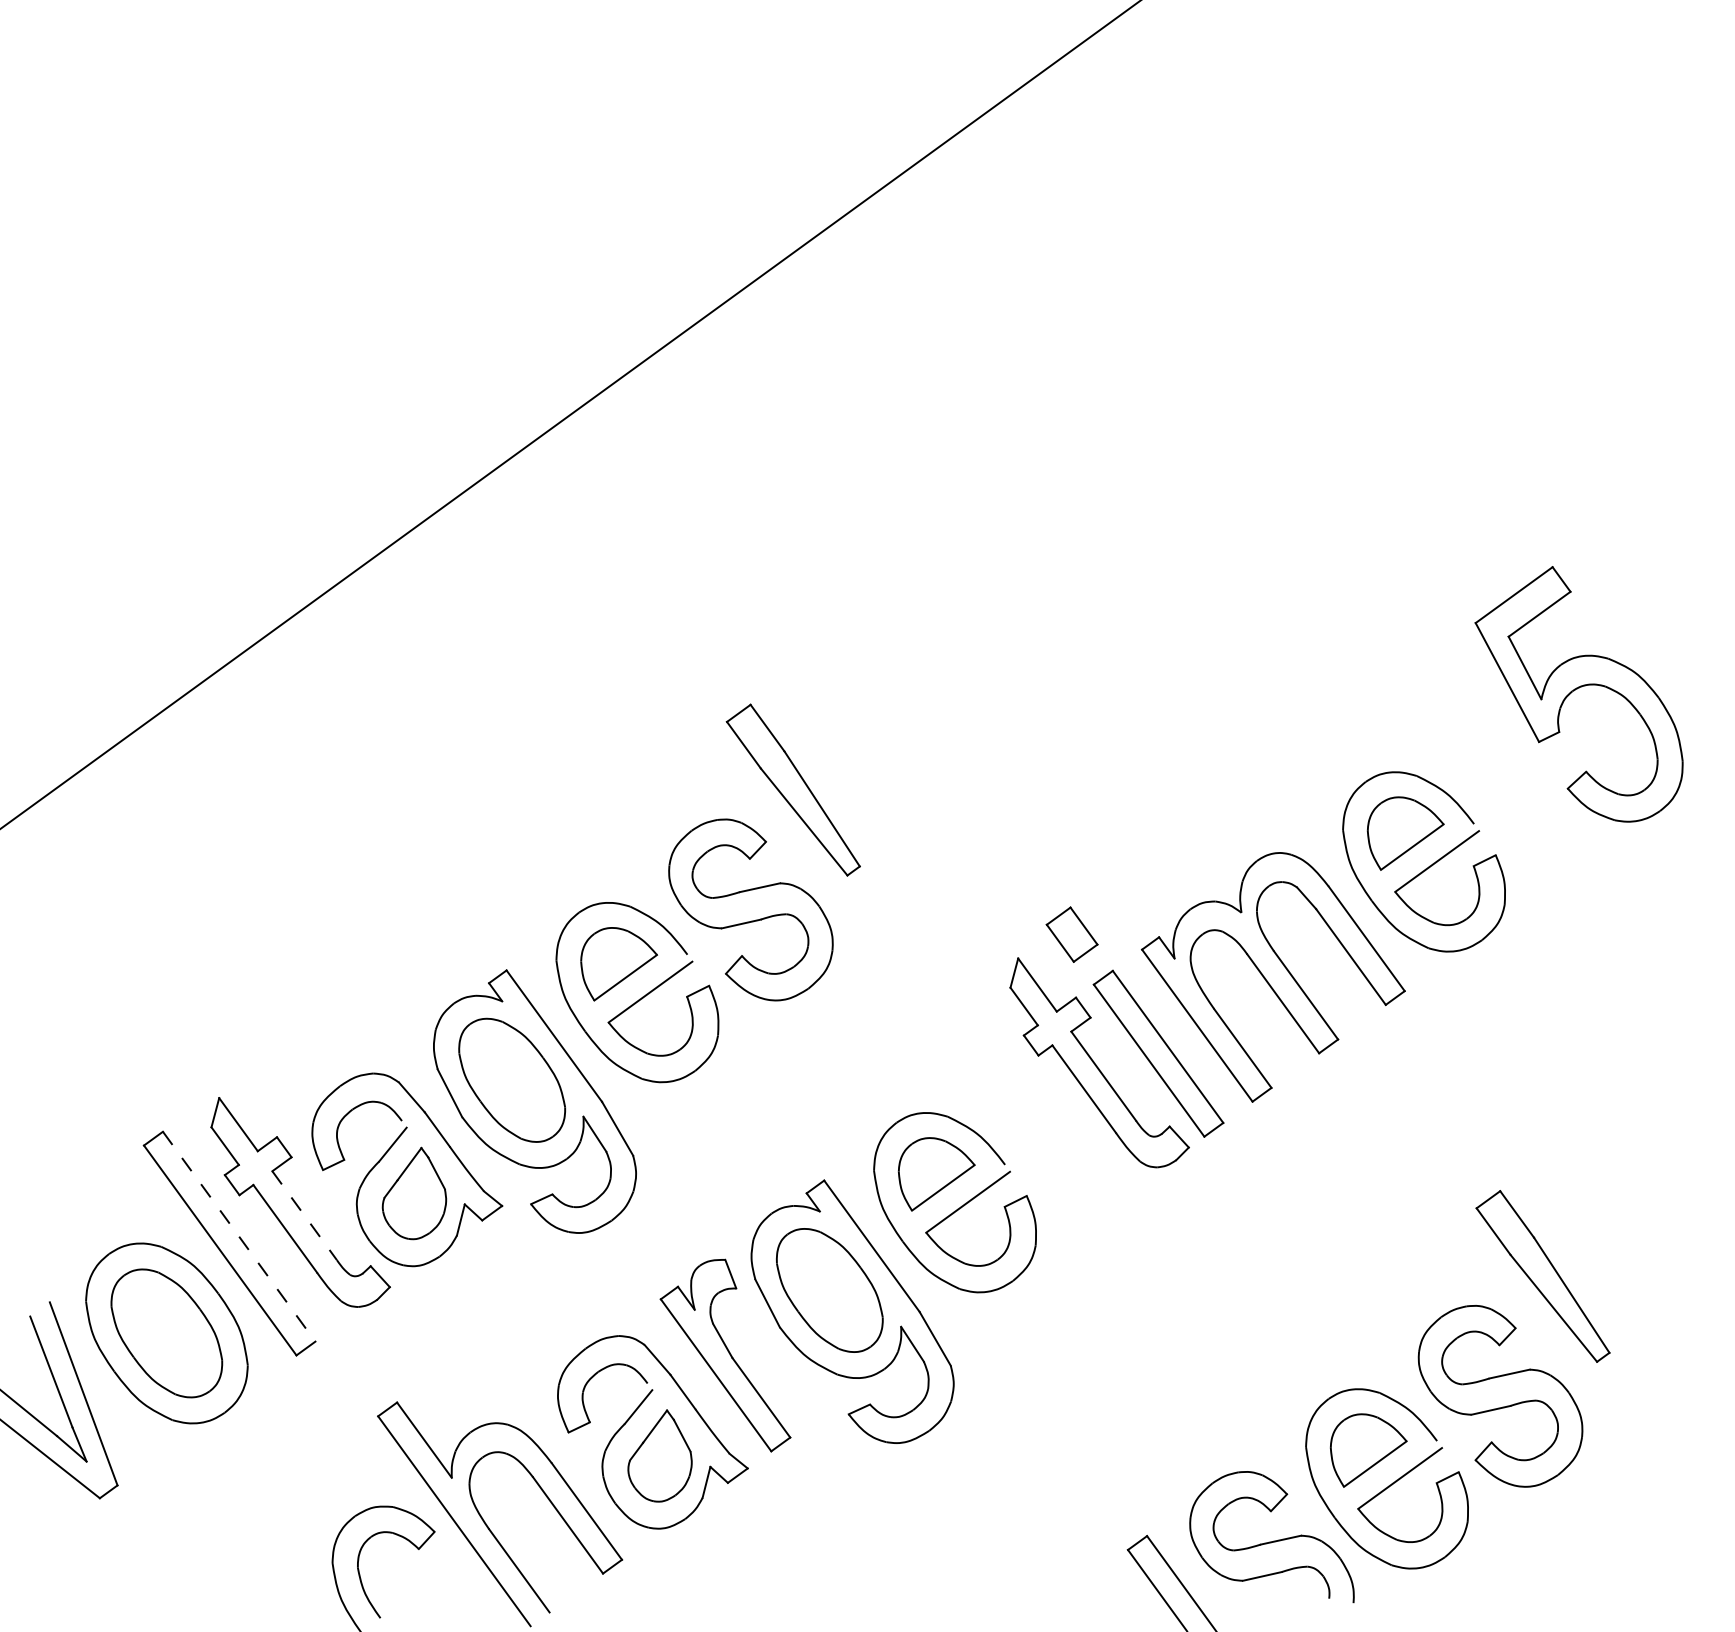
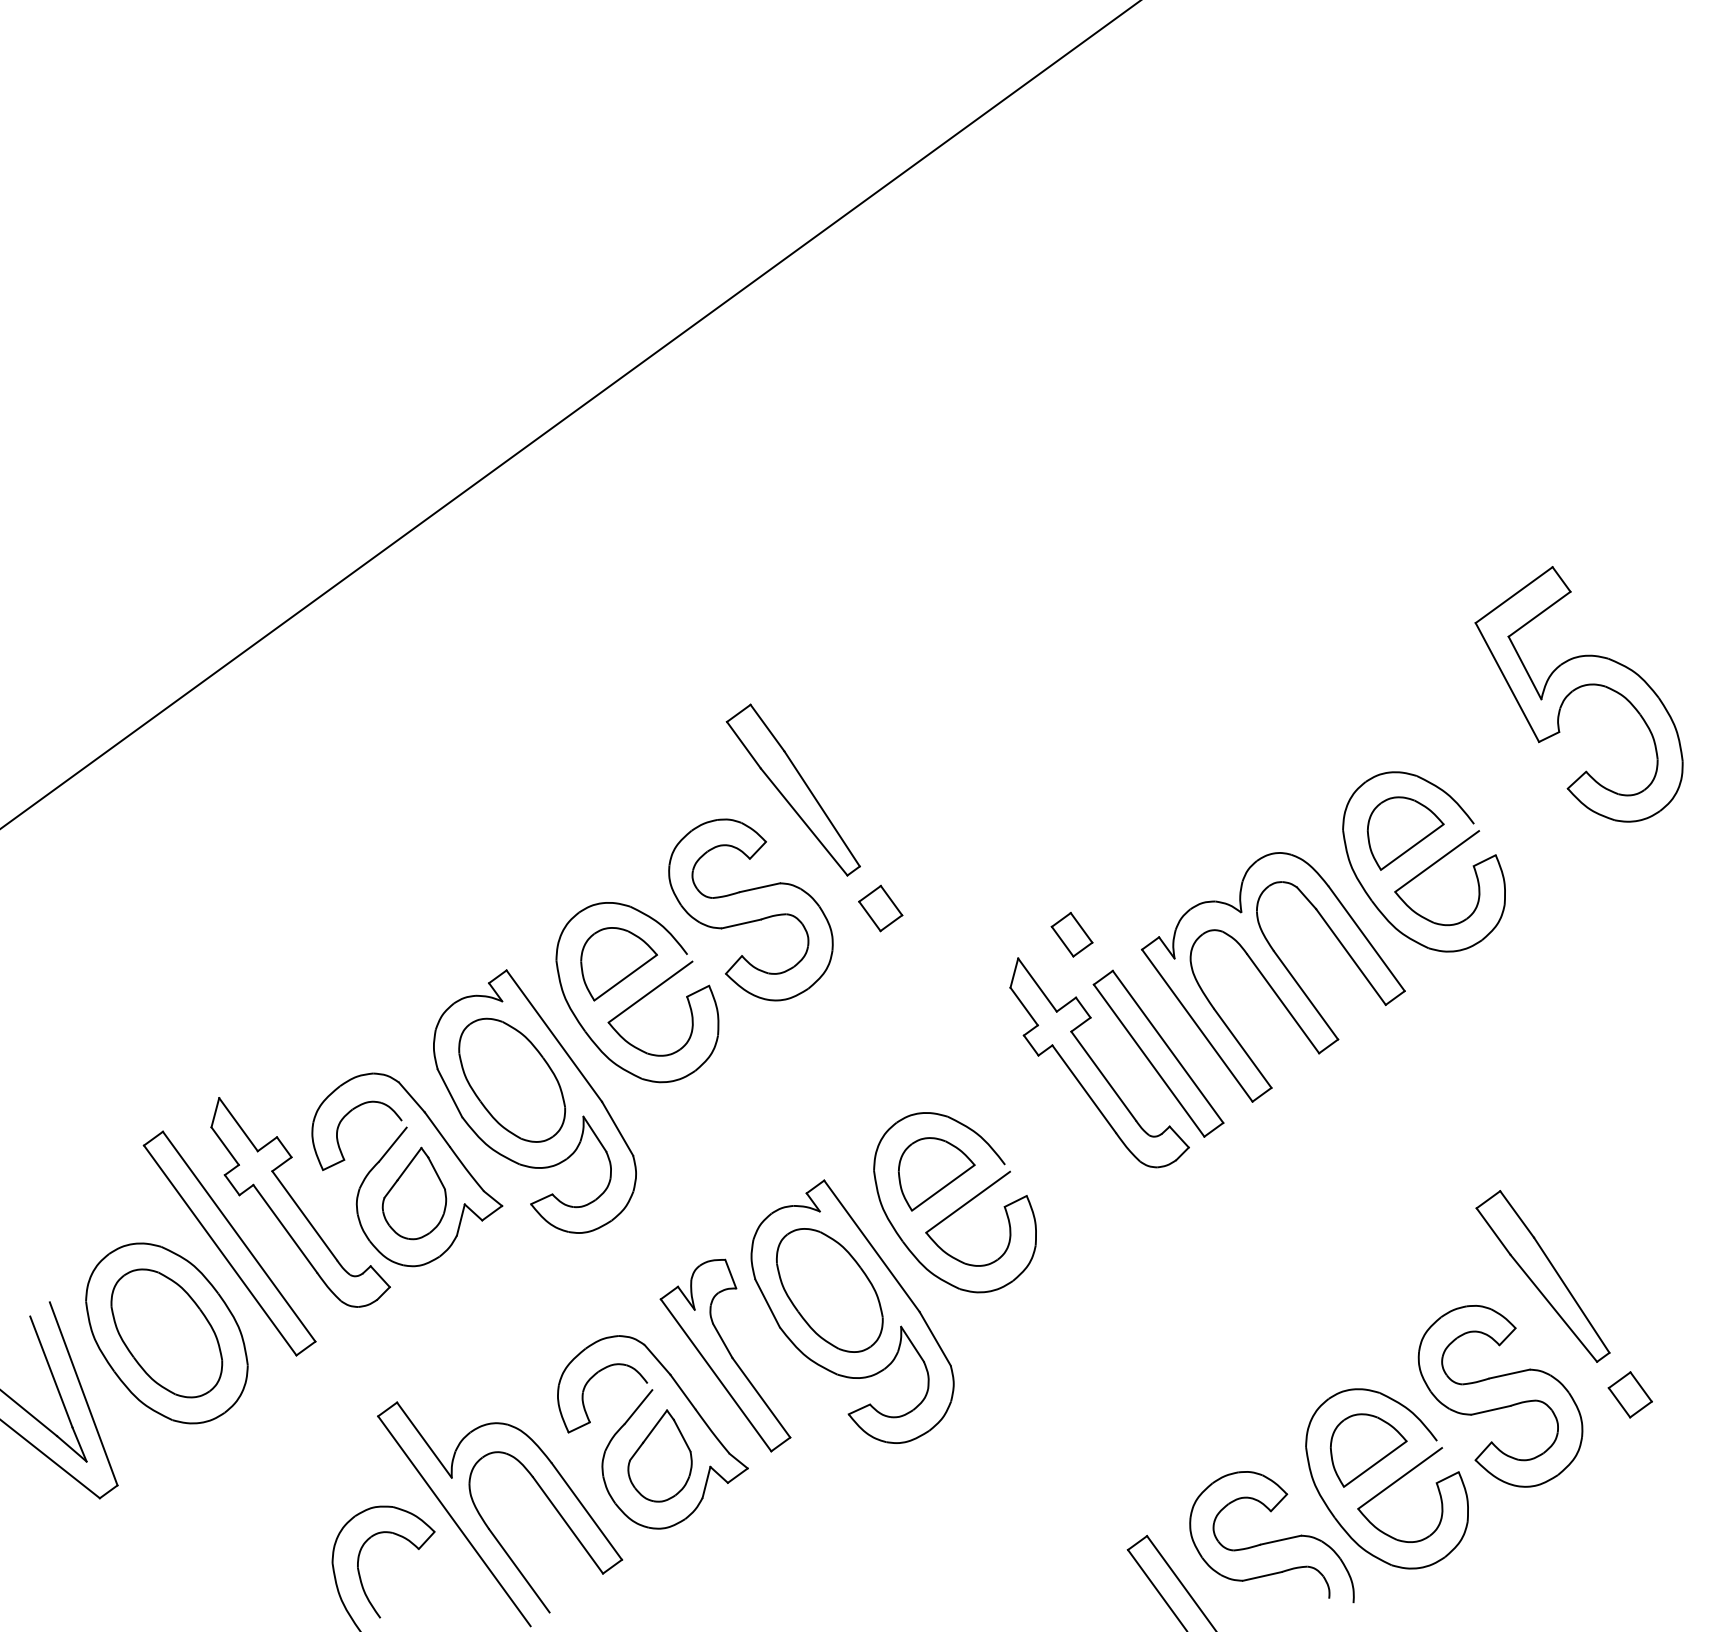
part at (880, 908): none -> present
part at (1071, 934) size: 54x57 px -> 44x46 px
line at (304, 1215): dashed -> solid
line at (239, 1236): dashed -> solid
part at (1629, 1394): none -> present
